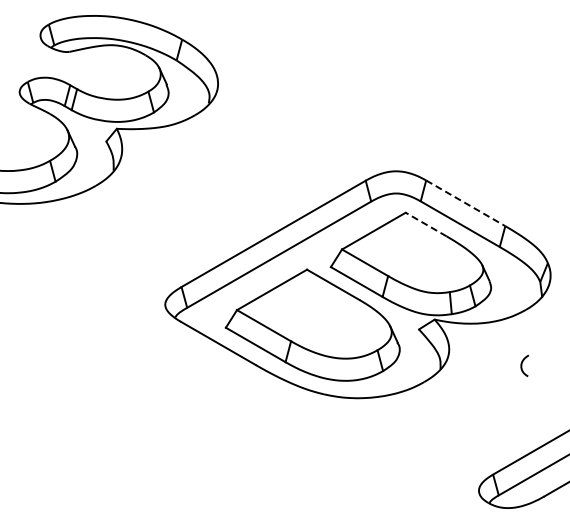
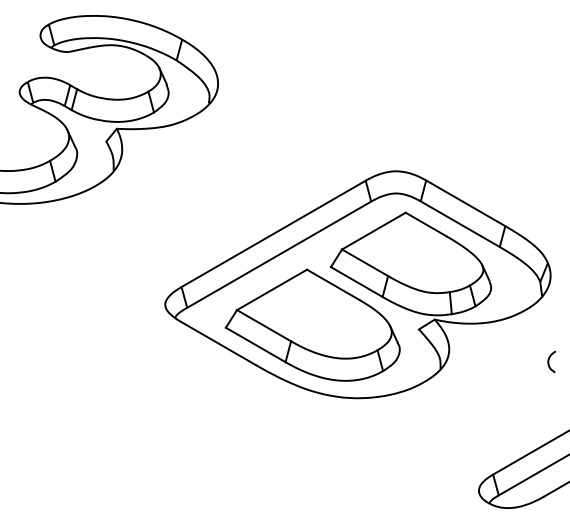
line at (465, 203): dashed -> solid
line at (426, 224): dashed -> solid
curve at (522, 365) position: (522, 365) -> (549, 361)
